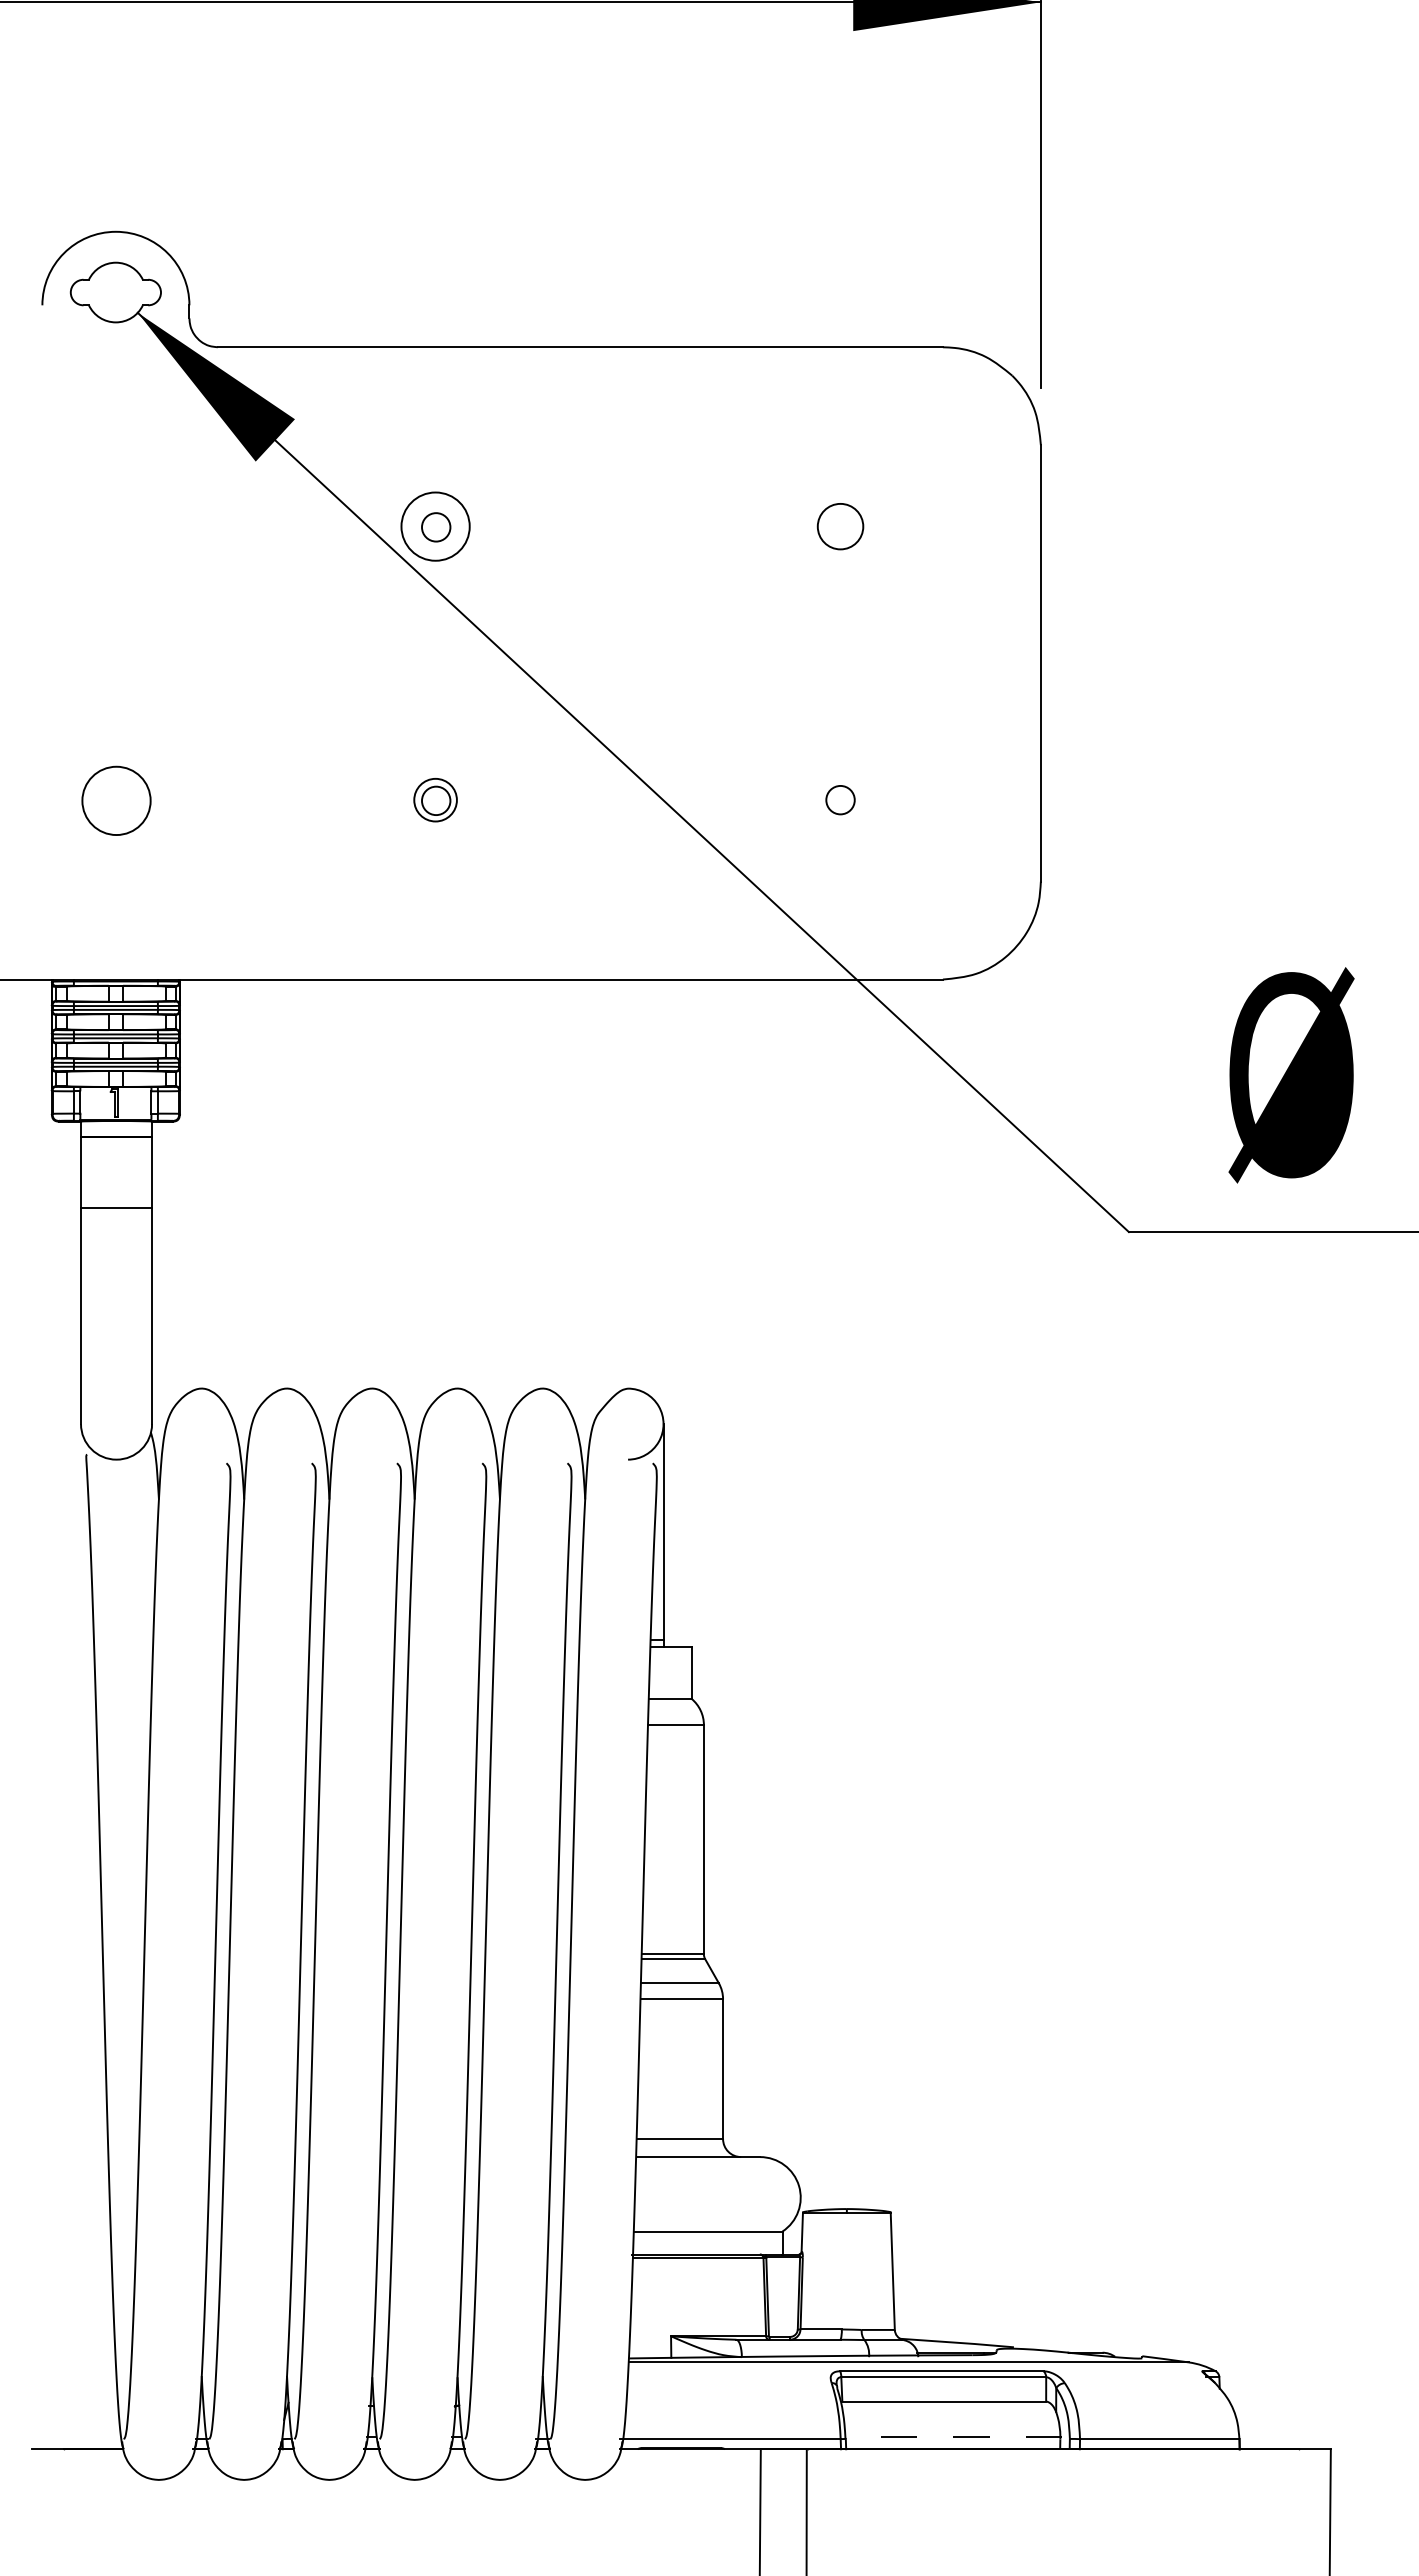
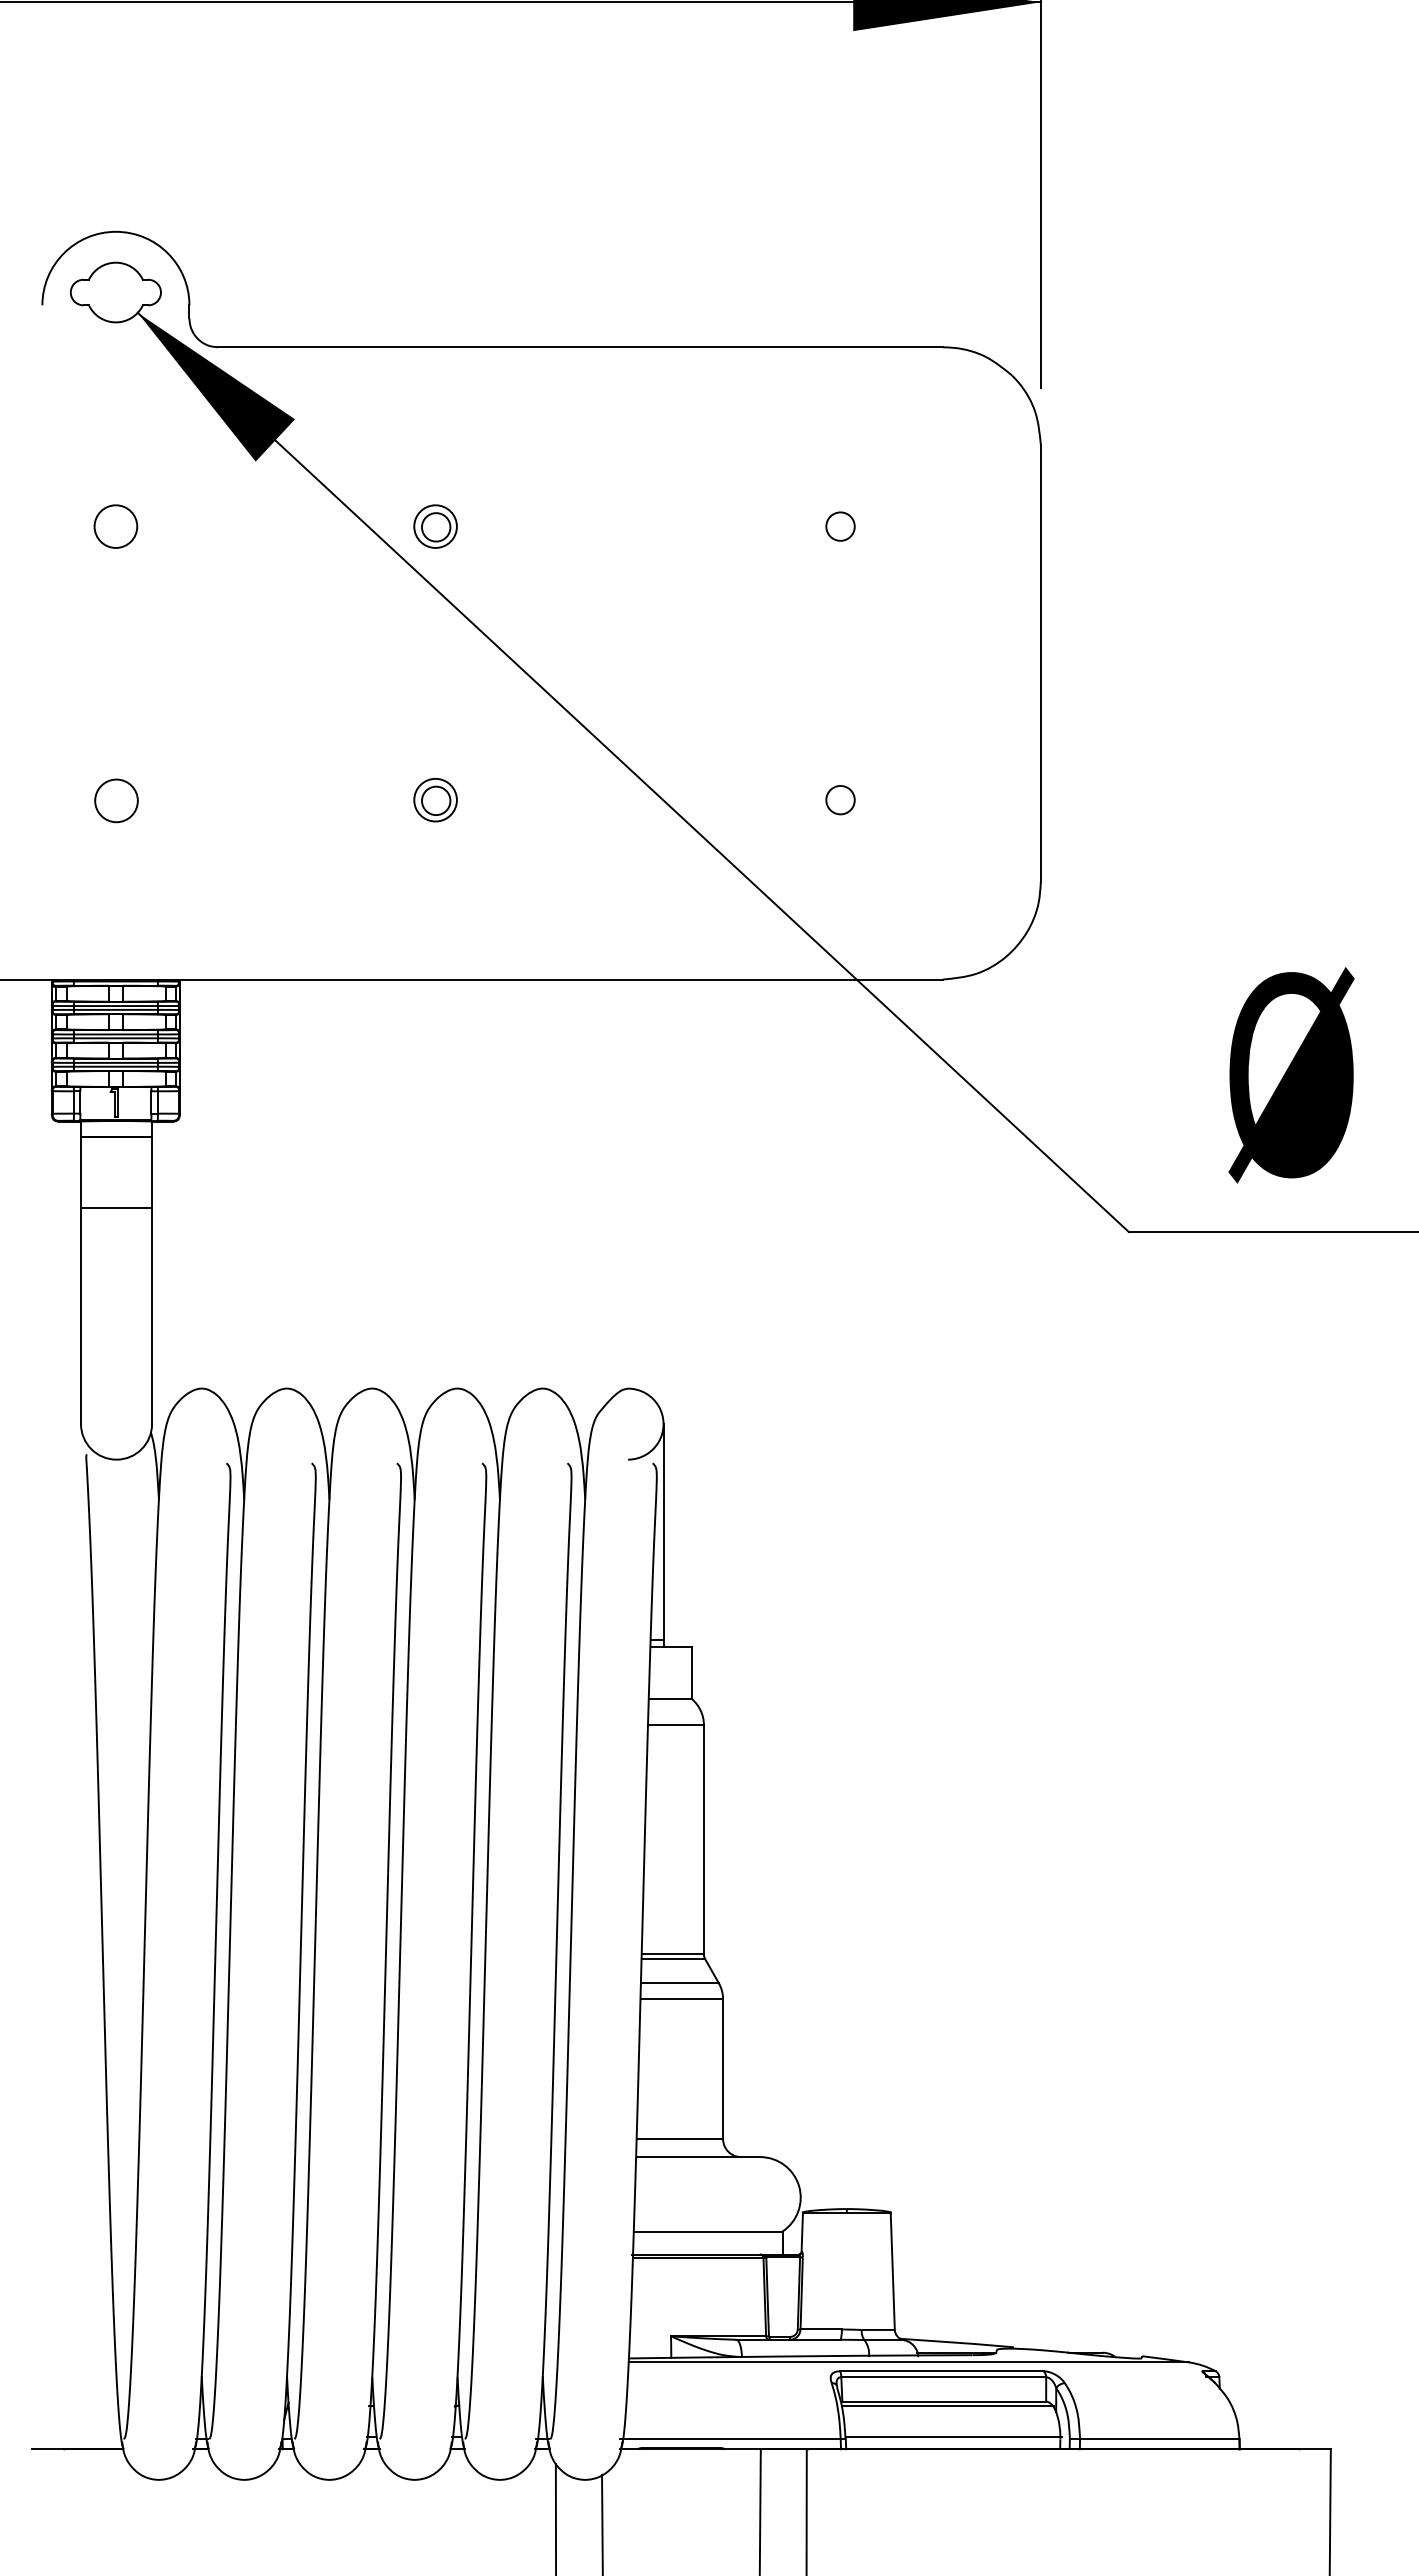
circle at (115, 526): none -> present
circle at (435, 526) diameter: 68 px -> 43 px
circle at (840, 526) diameter: 46 px -> 28 px
circle at (116, 800) diameter: 68 px -> 43 px
line at (948, 2405): none -> present
line at (953, 2436): dashed -> solid
line at (555, 2517): none -> present
line at (602, 2523): none -> present
